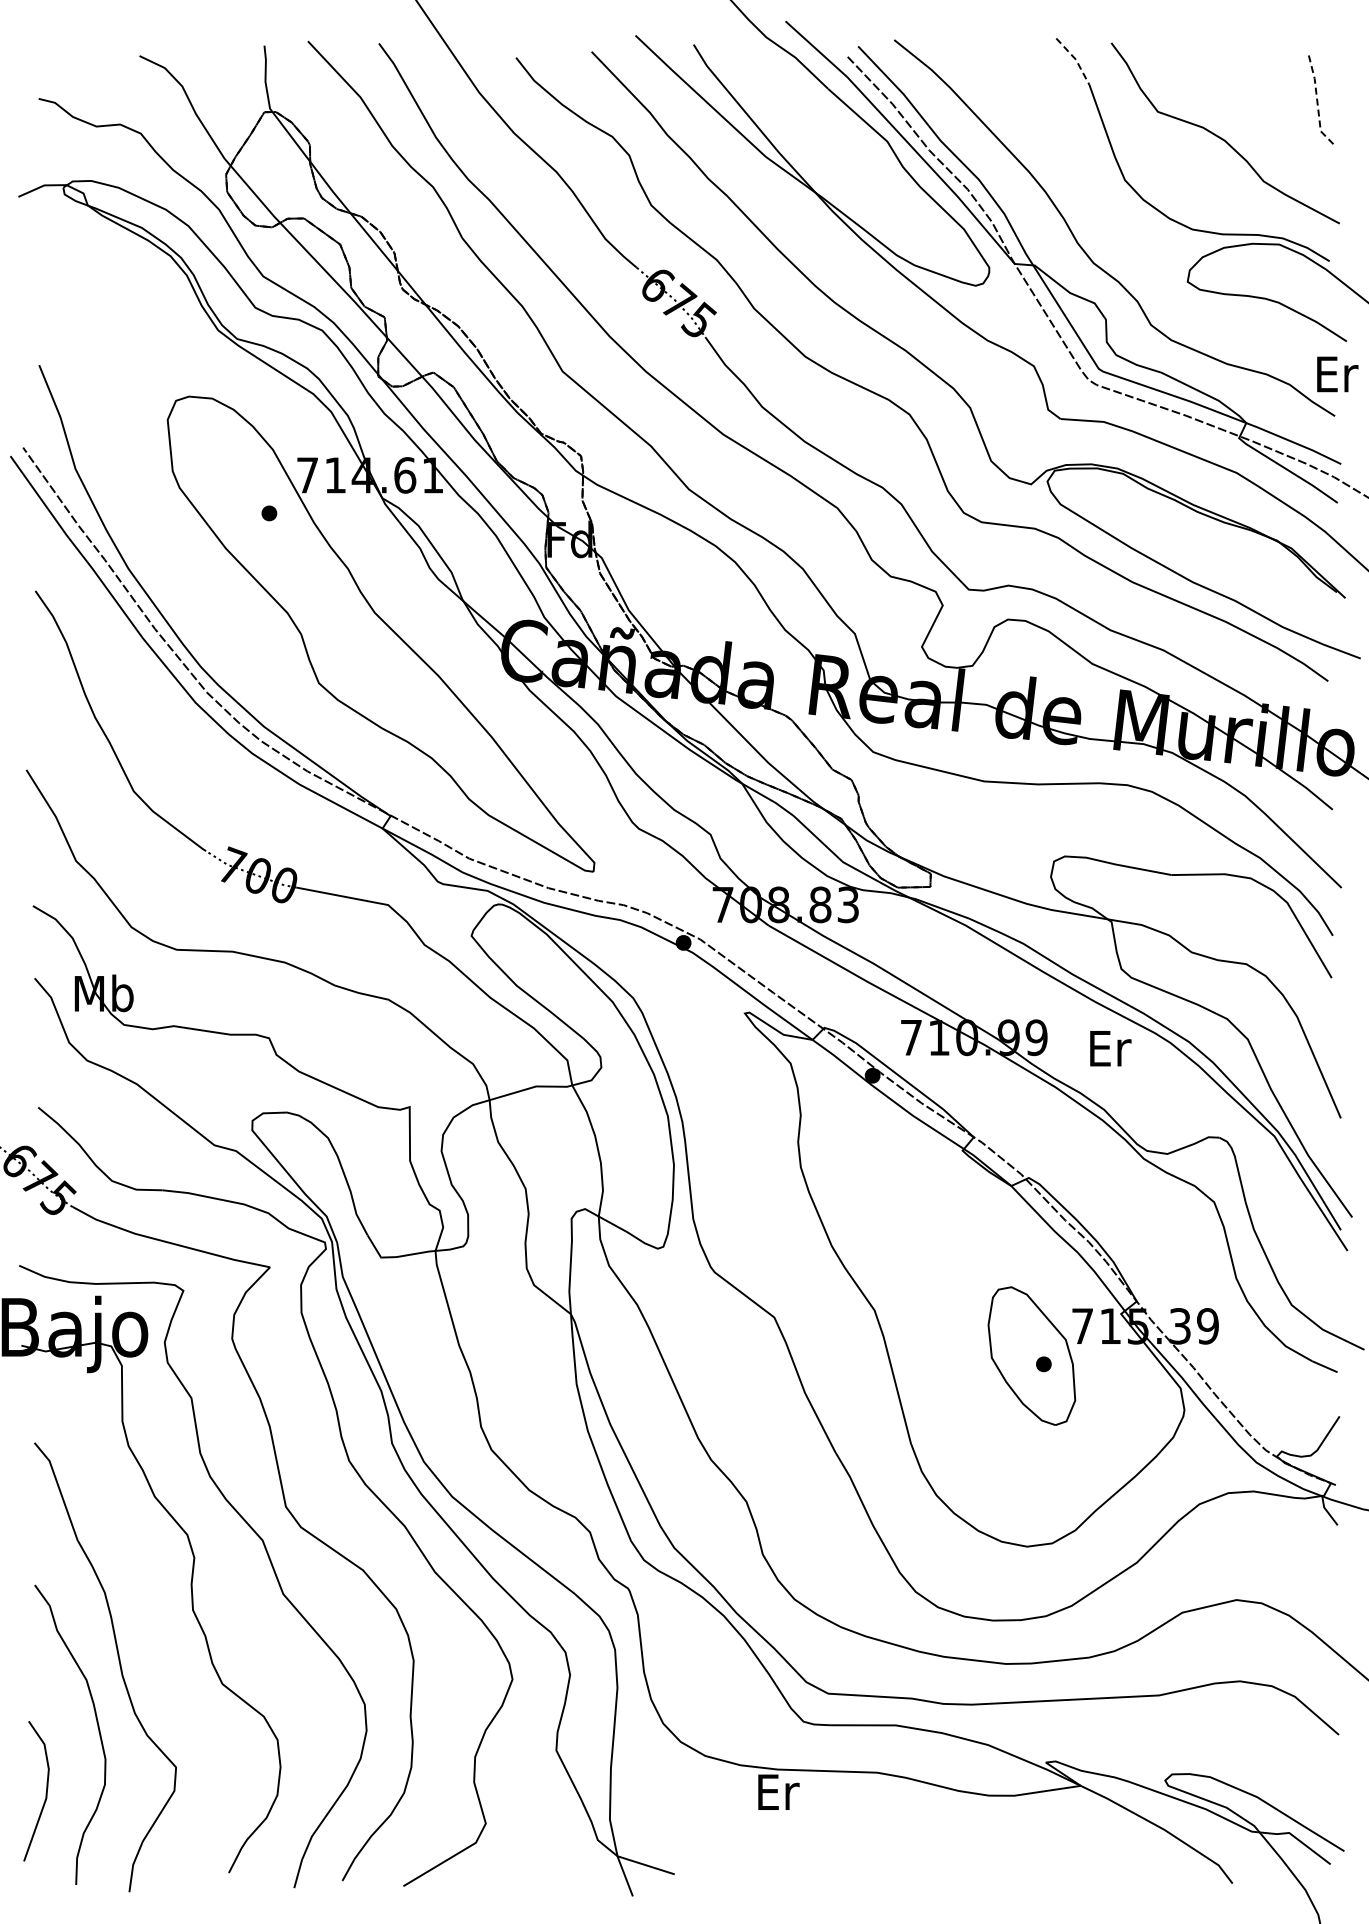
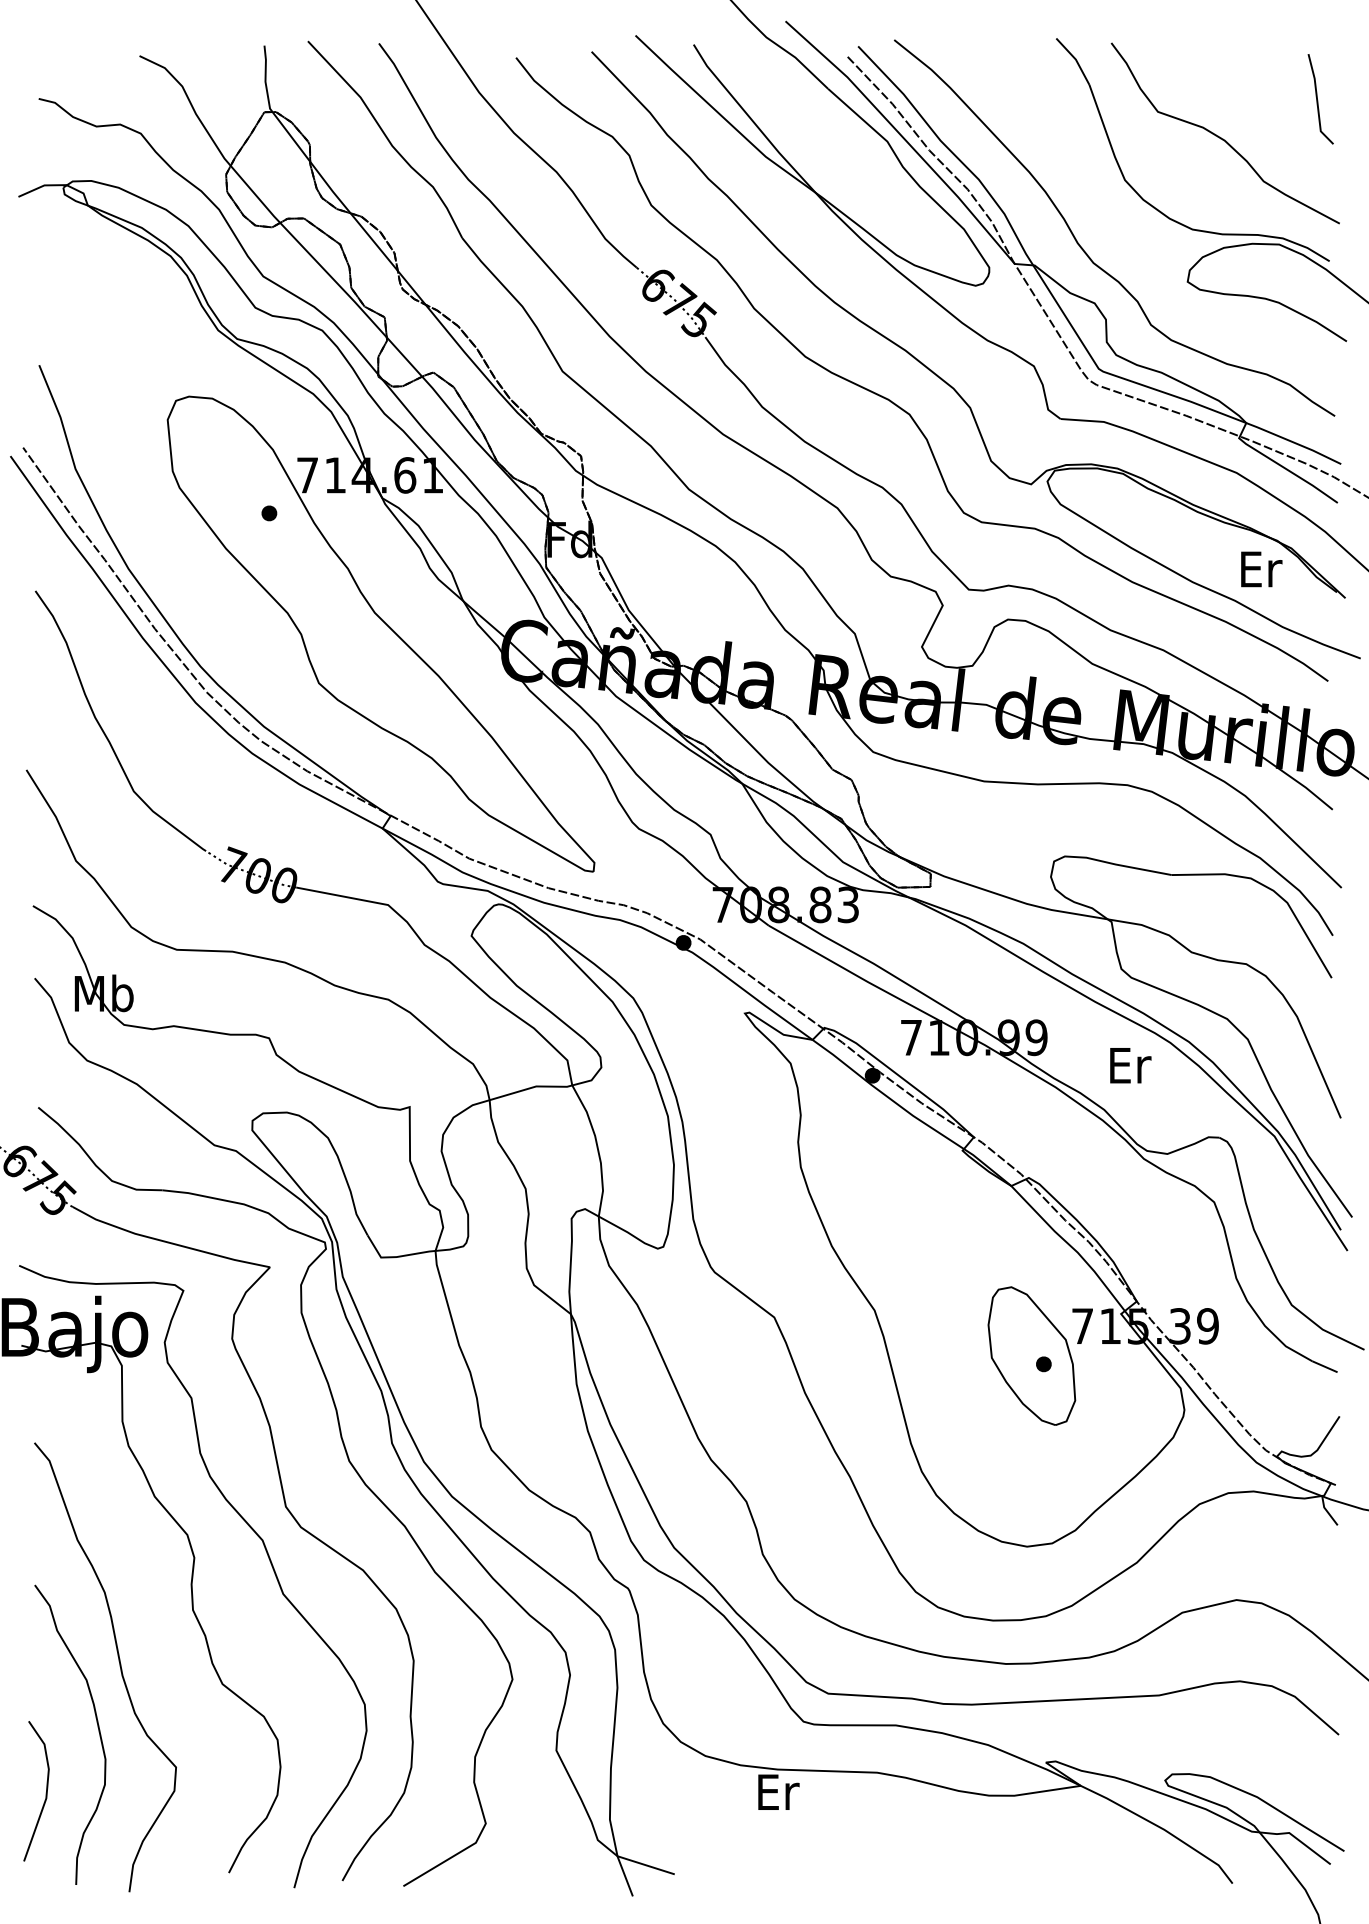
line at (1075, 59): dashed -> solid
line at (1317, 101): dashed -> solid
text at (1337, 374) position: (1337, 374) -> (1261, 569)
text at (1110, 1048) position: (1110, 1048) -> (1130, 1065)
